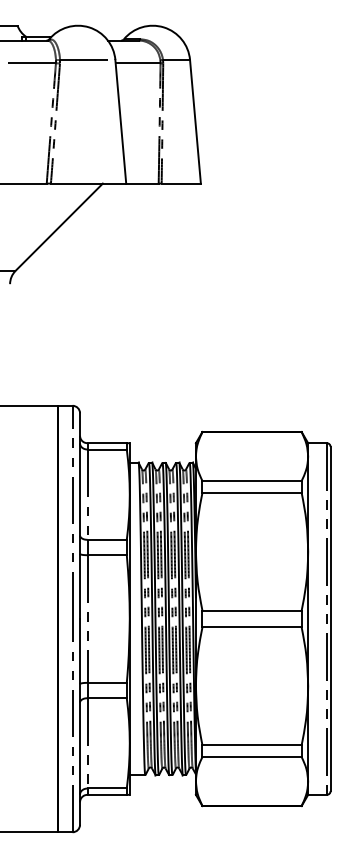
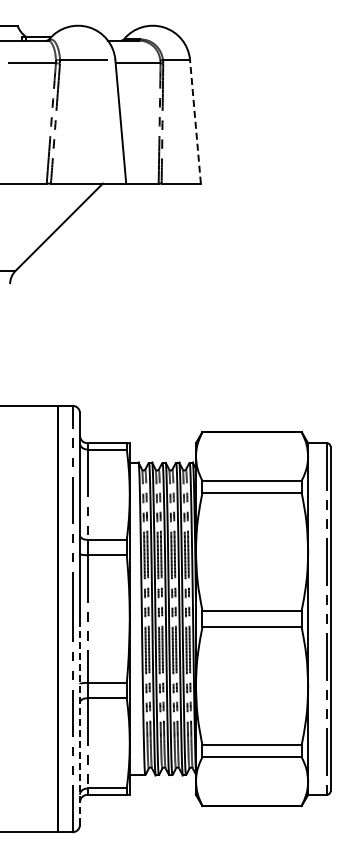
line at (195, 121): solid -> dashed
line at (80, 721): solid -> dashed
